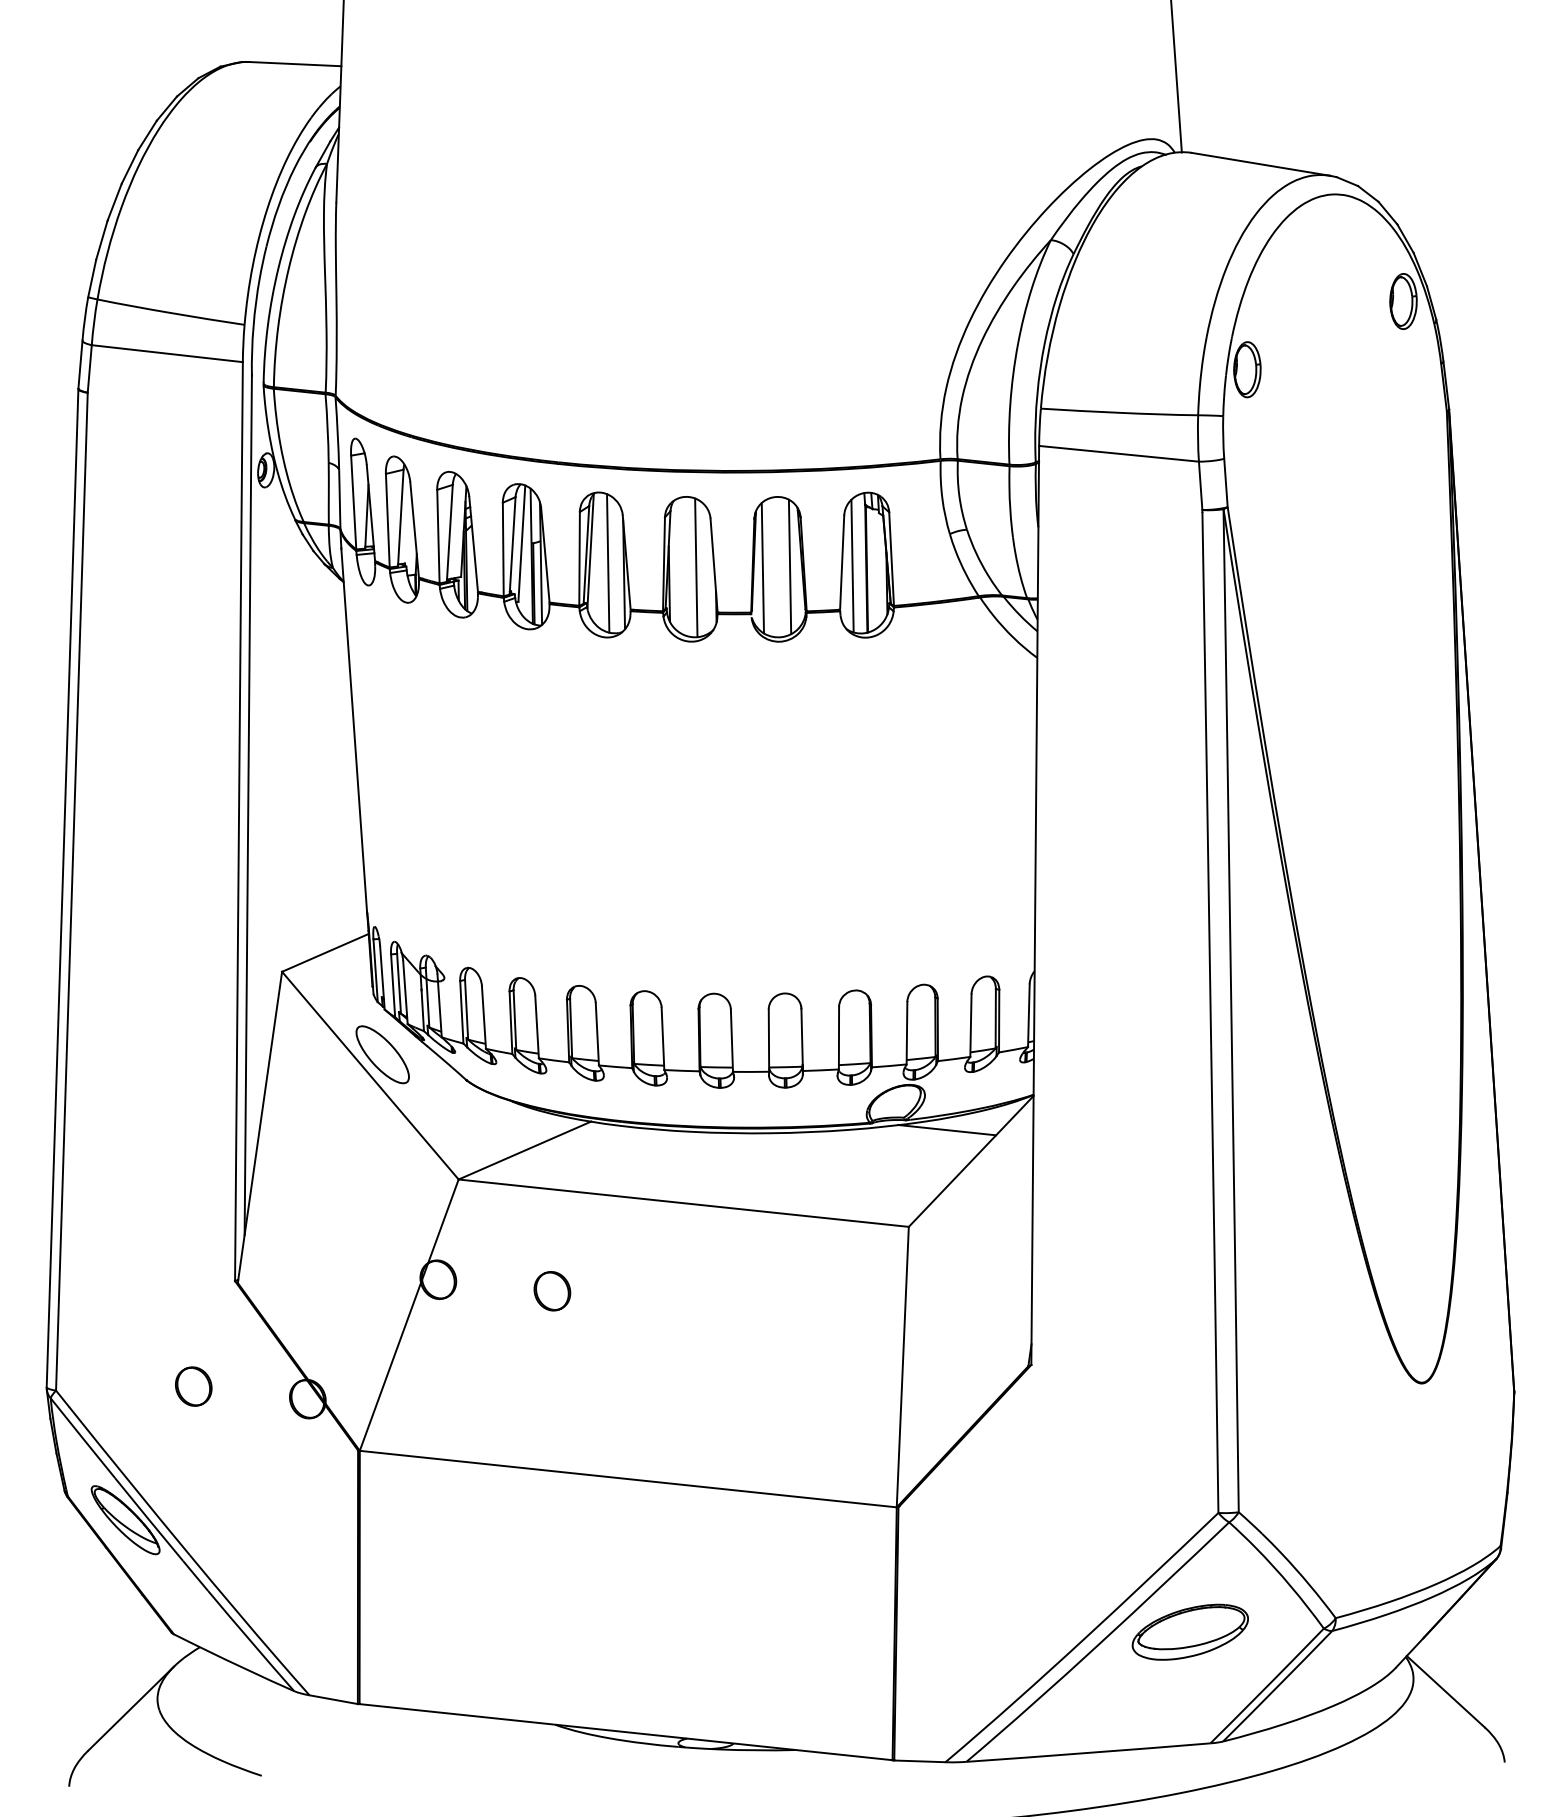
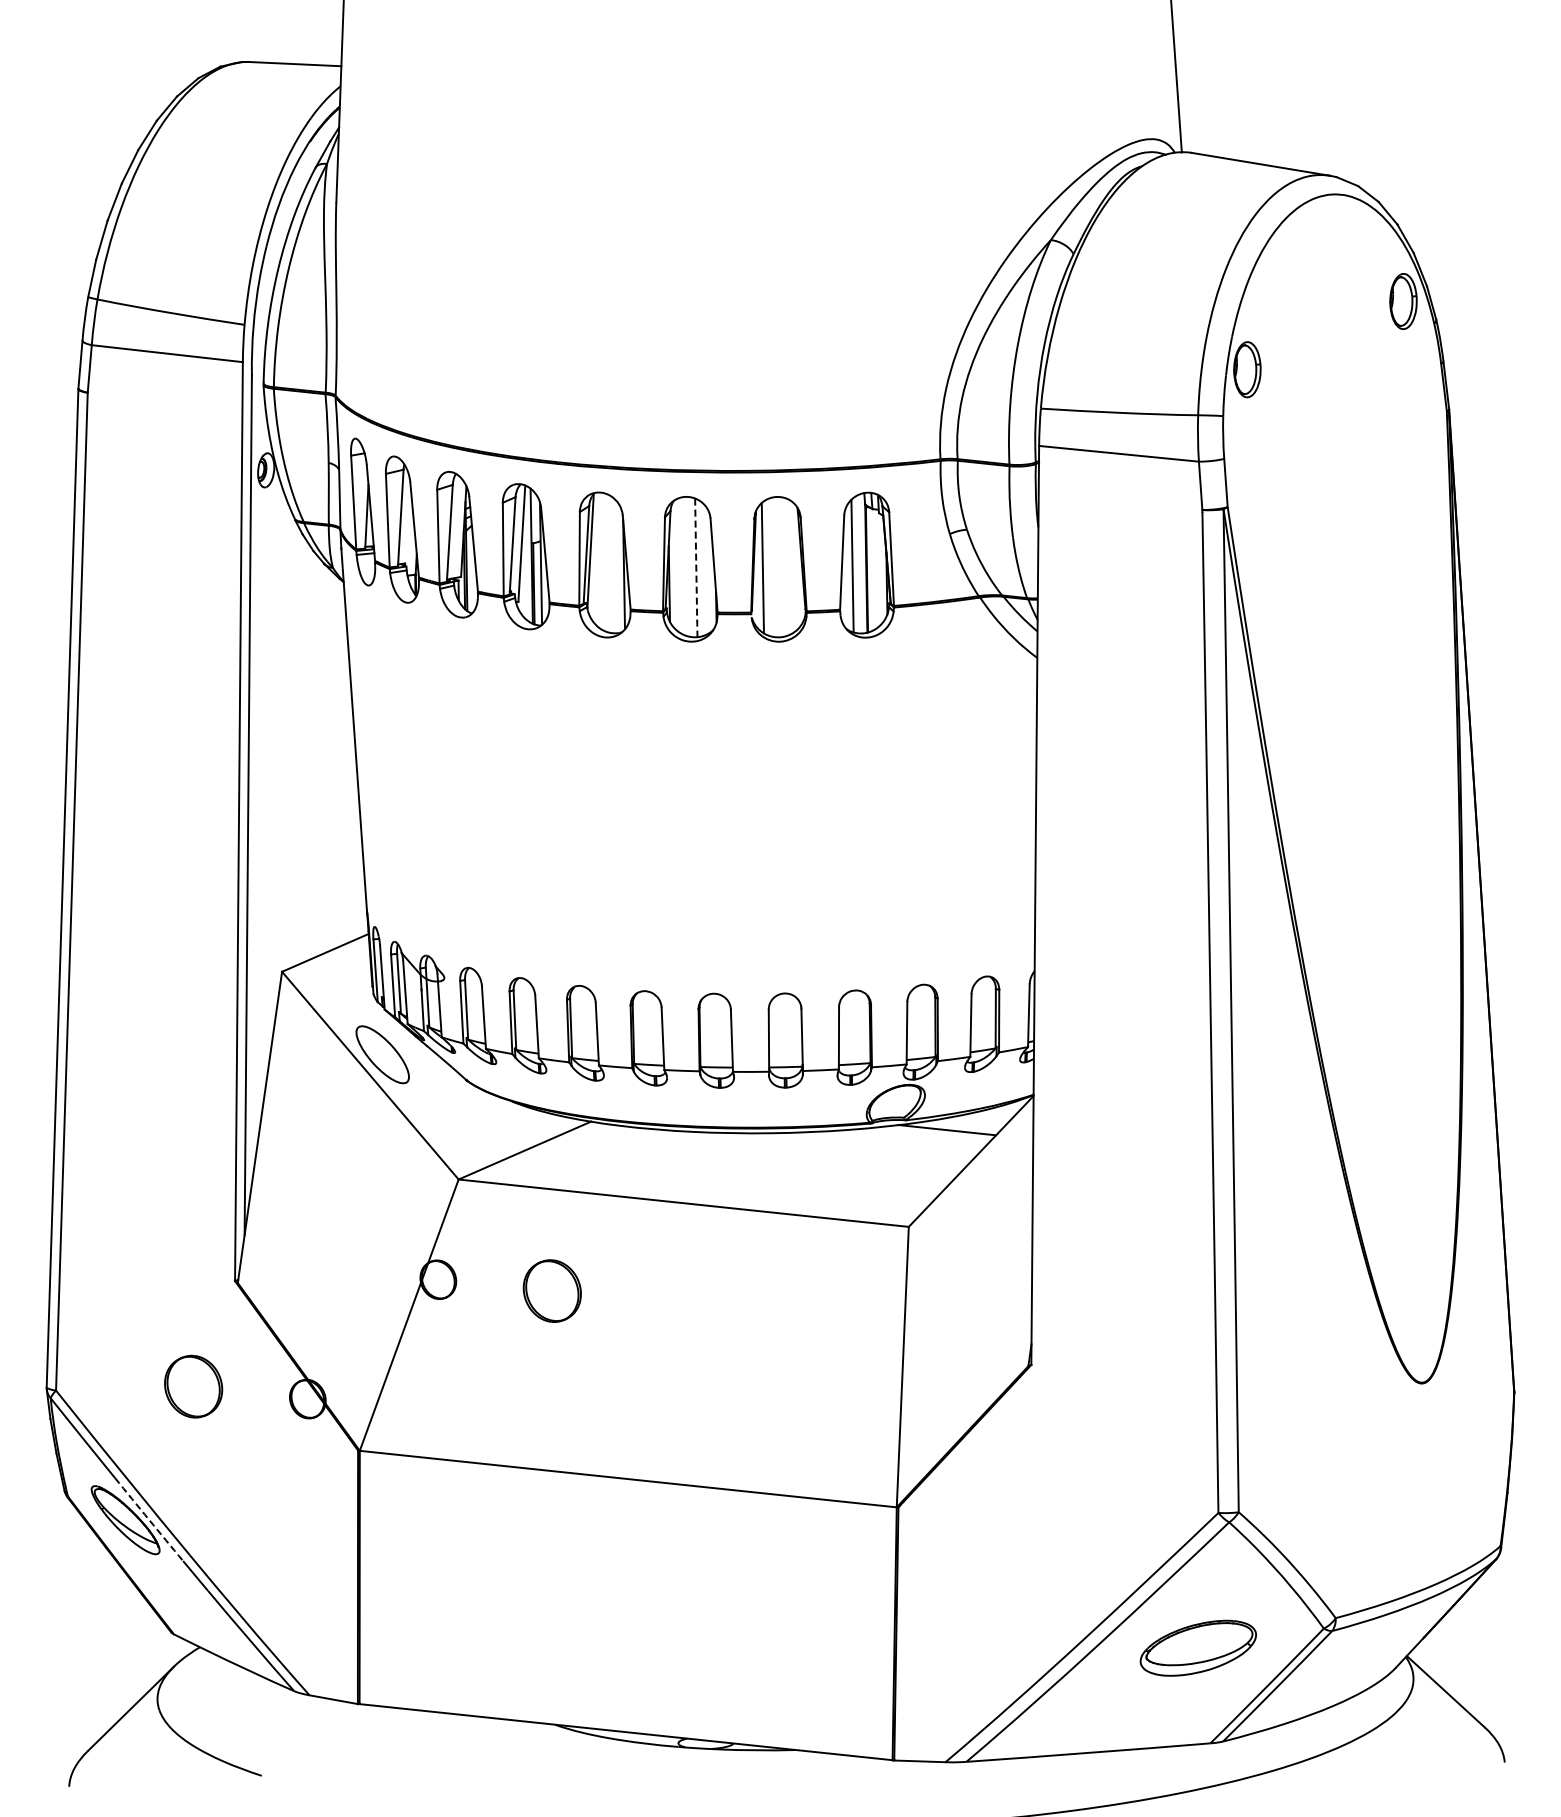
line at (608, 563): present -> none
line at (789, 566): present -> none
line at (696, 568): solid -> dashed
part at (552, 1291) size: 39x41 px -> 60x64 px
part at (193, 1386) size: 38x41 px -> 60x65 px
arc at (149, 1519): solid -> dashed
part at (1189, 1631) position: (1189, 1631) -> (1197, 1647)
